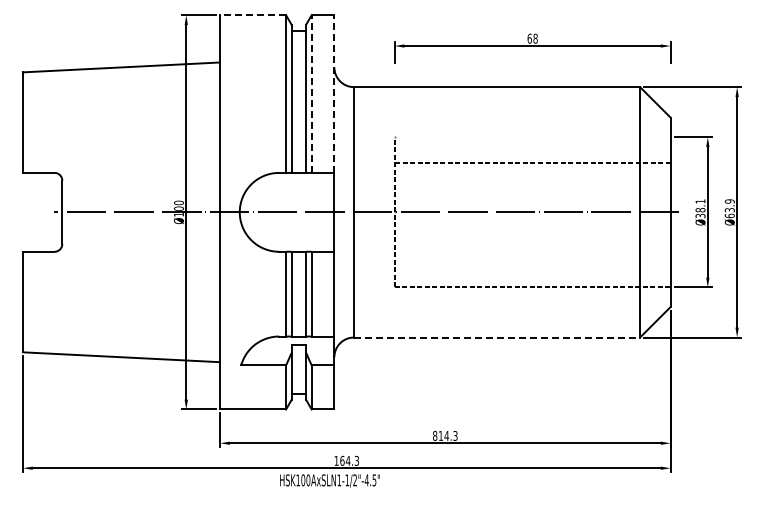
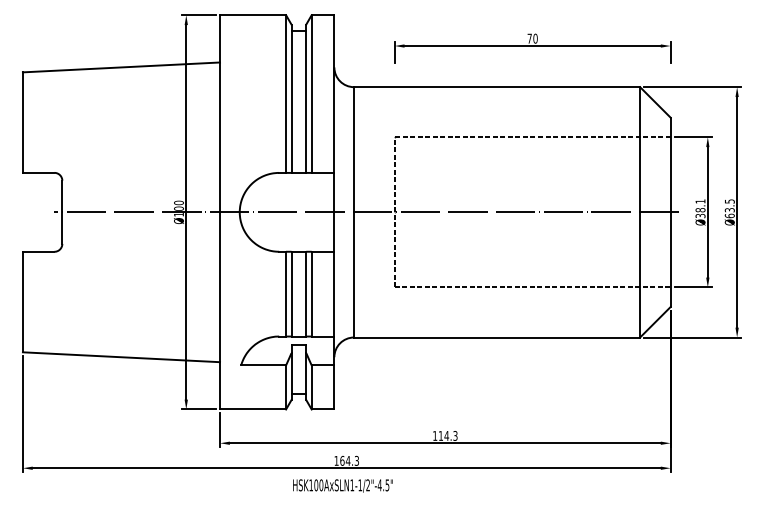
line at (252, 15): dashed -> solid
text at (532, 38): 68 -> 70
line at (311, 94): dashed -> solid
line at (334, 94): dashed -> solid
line at (532, 163) position: (532, 163) -> (532, 137)
text at (729, 201): Ø63.9 -> Ø63.5
line at (497, 337): dashed -> solid
text at (435, 435): 814.3 -> 114.3
text at (329, 480) position: (329, 480) -> (342, 485)
